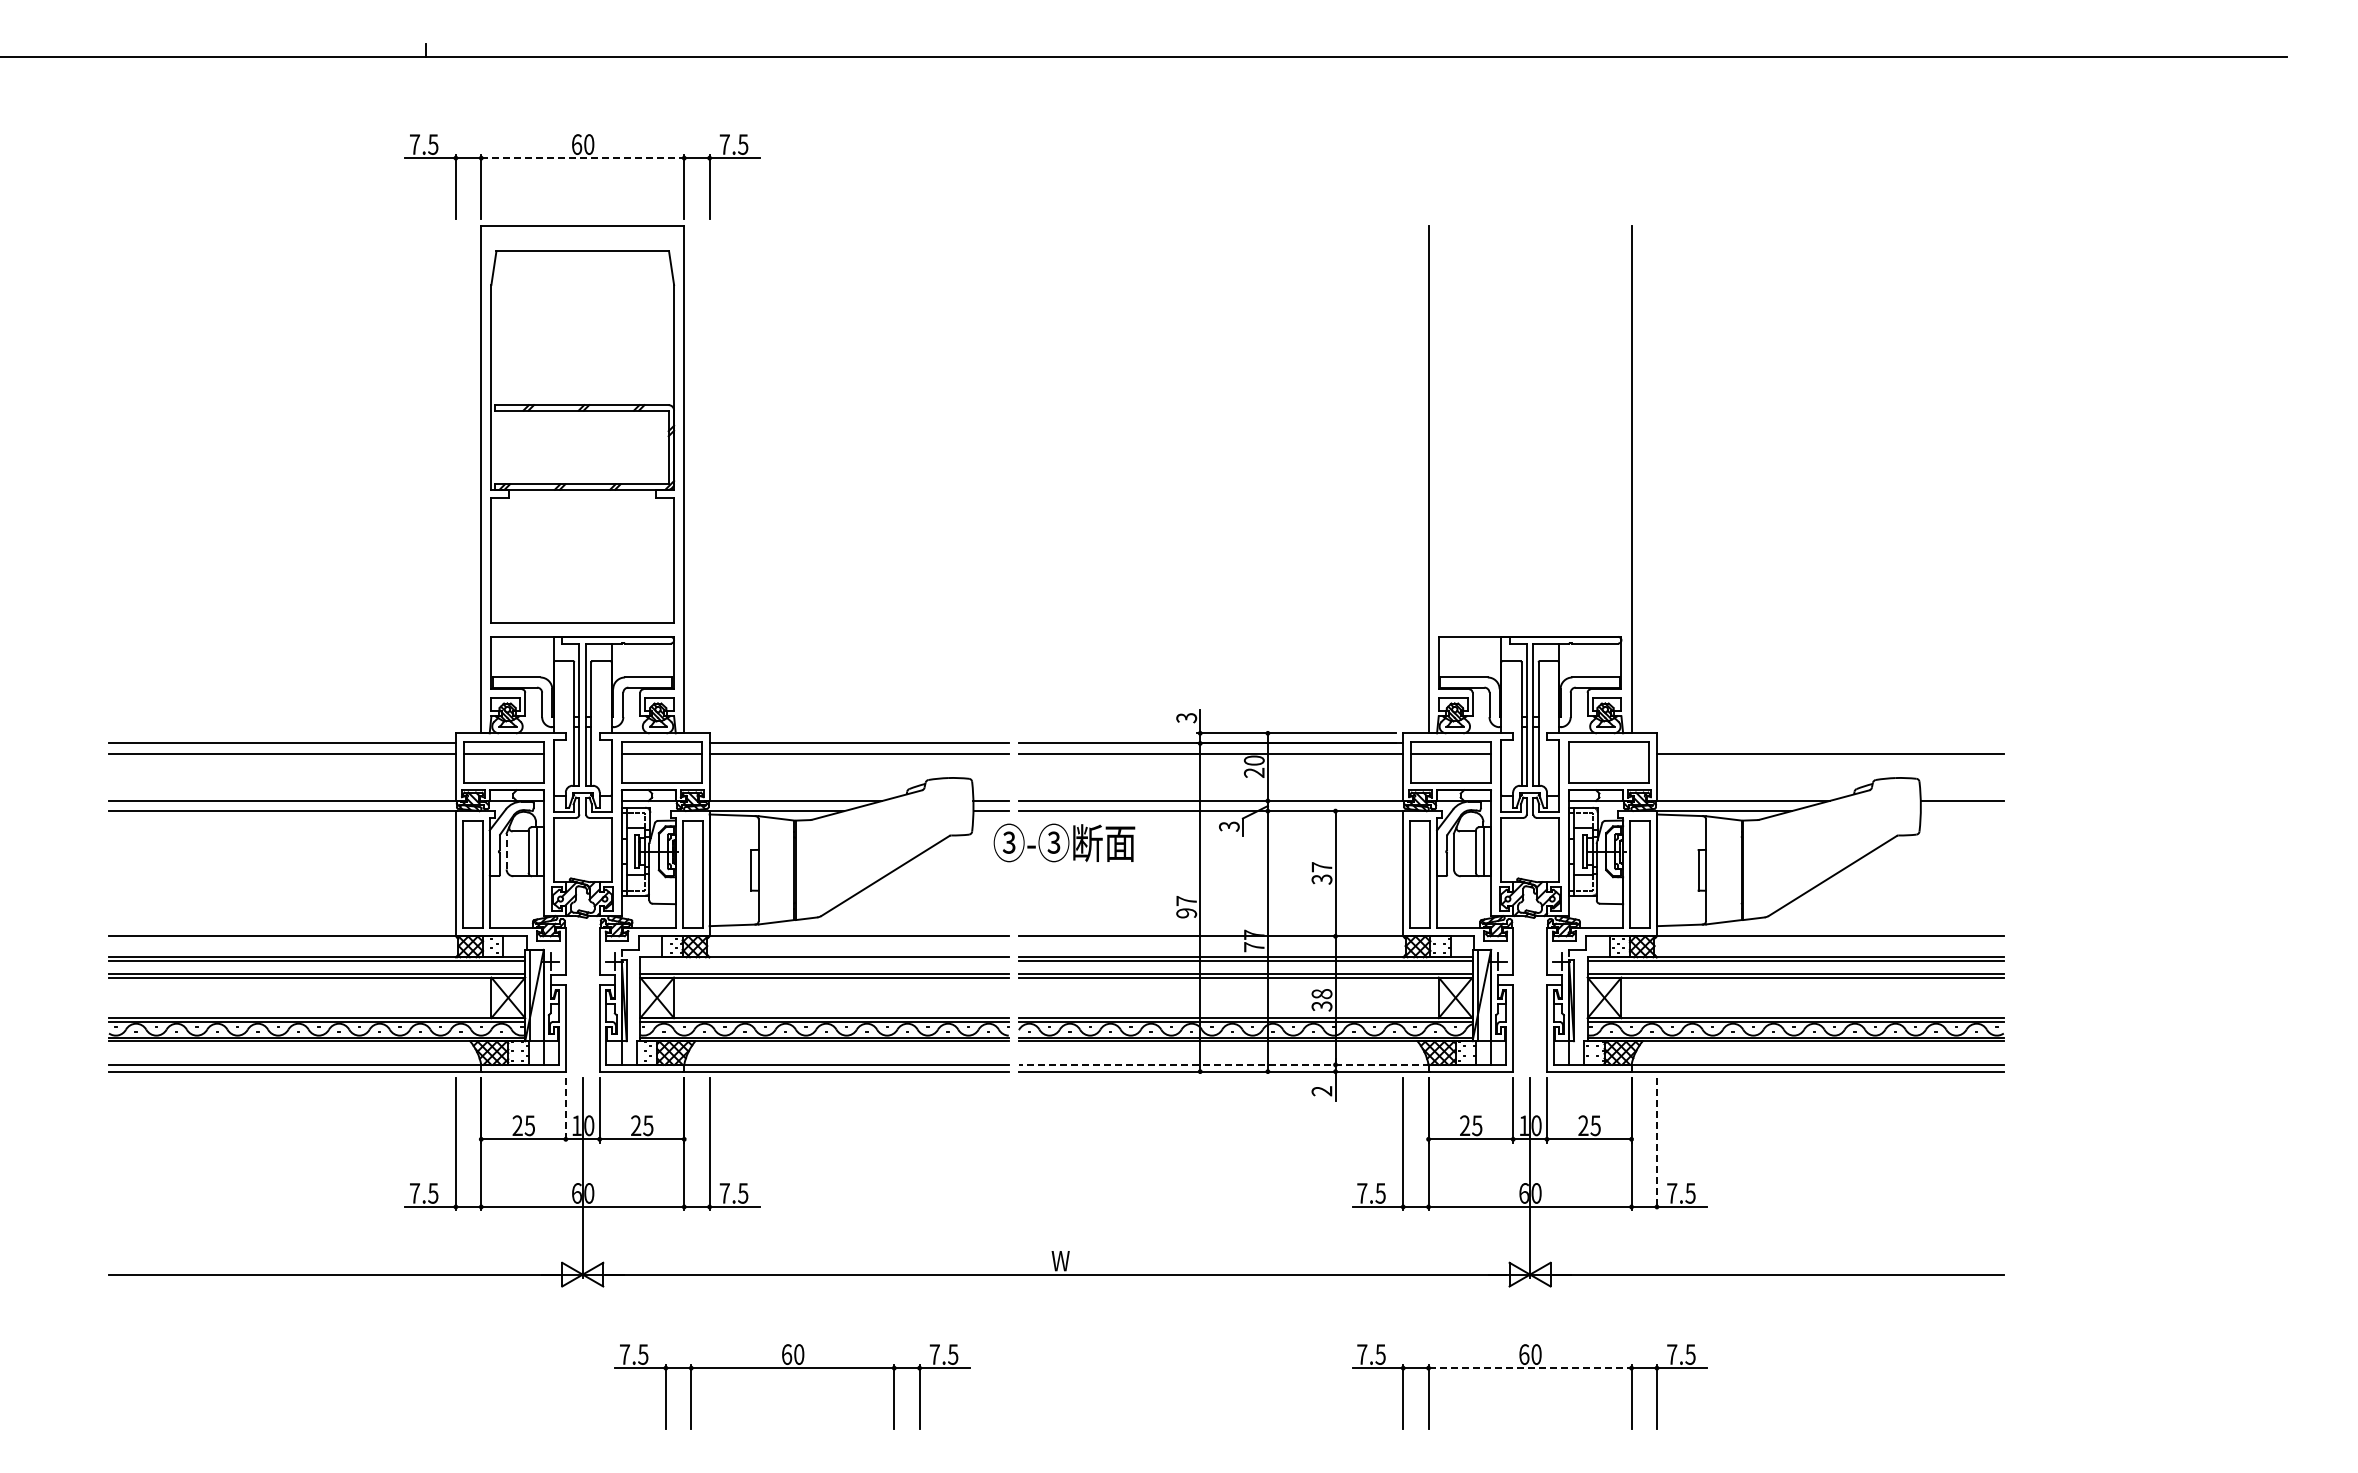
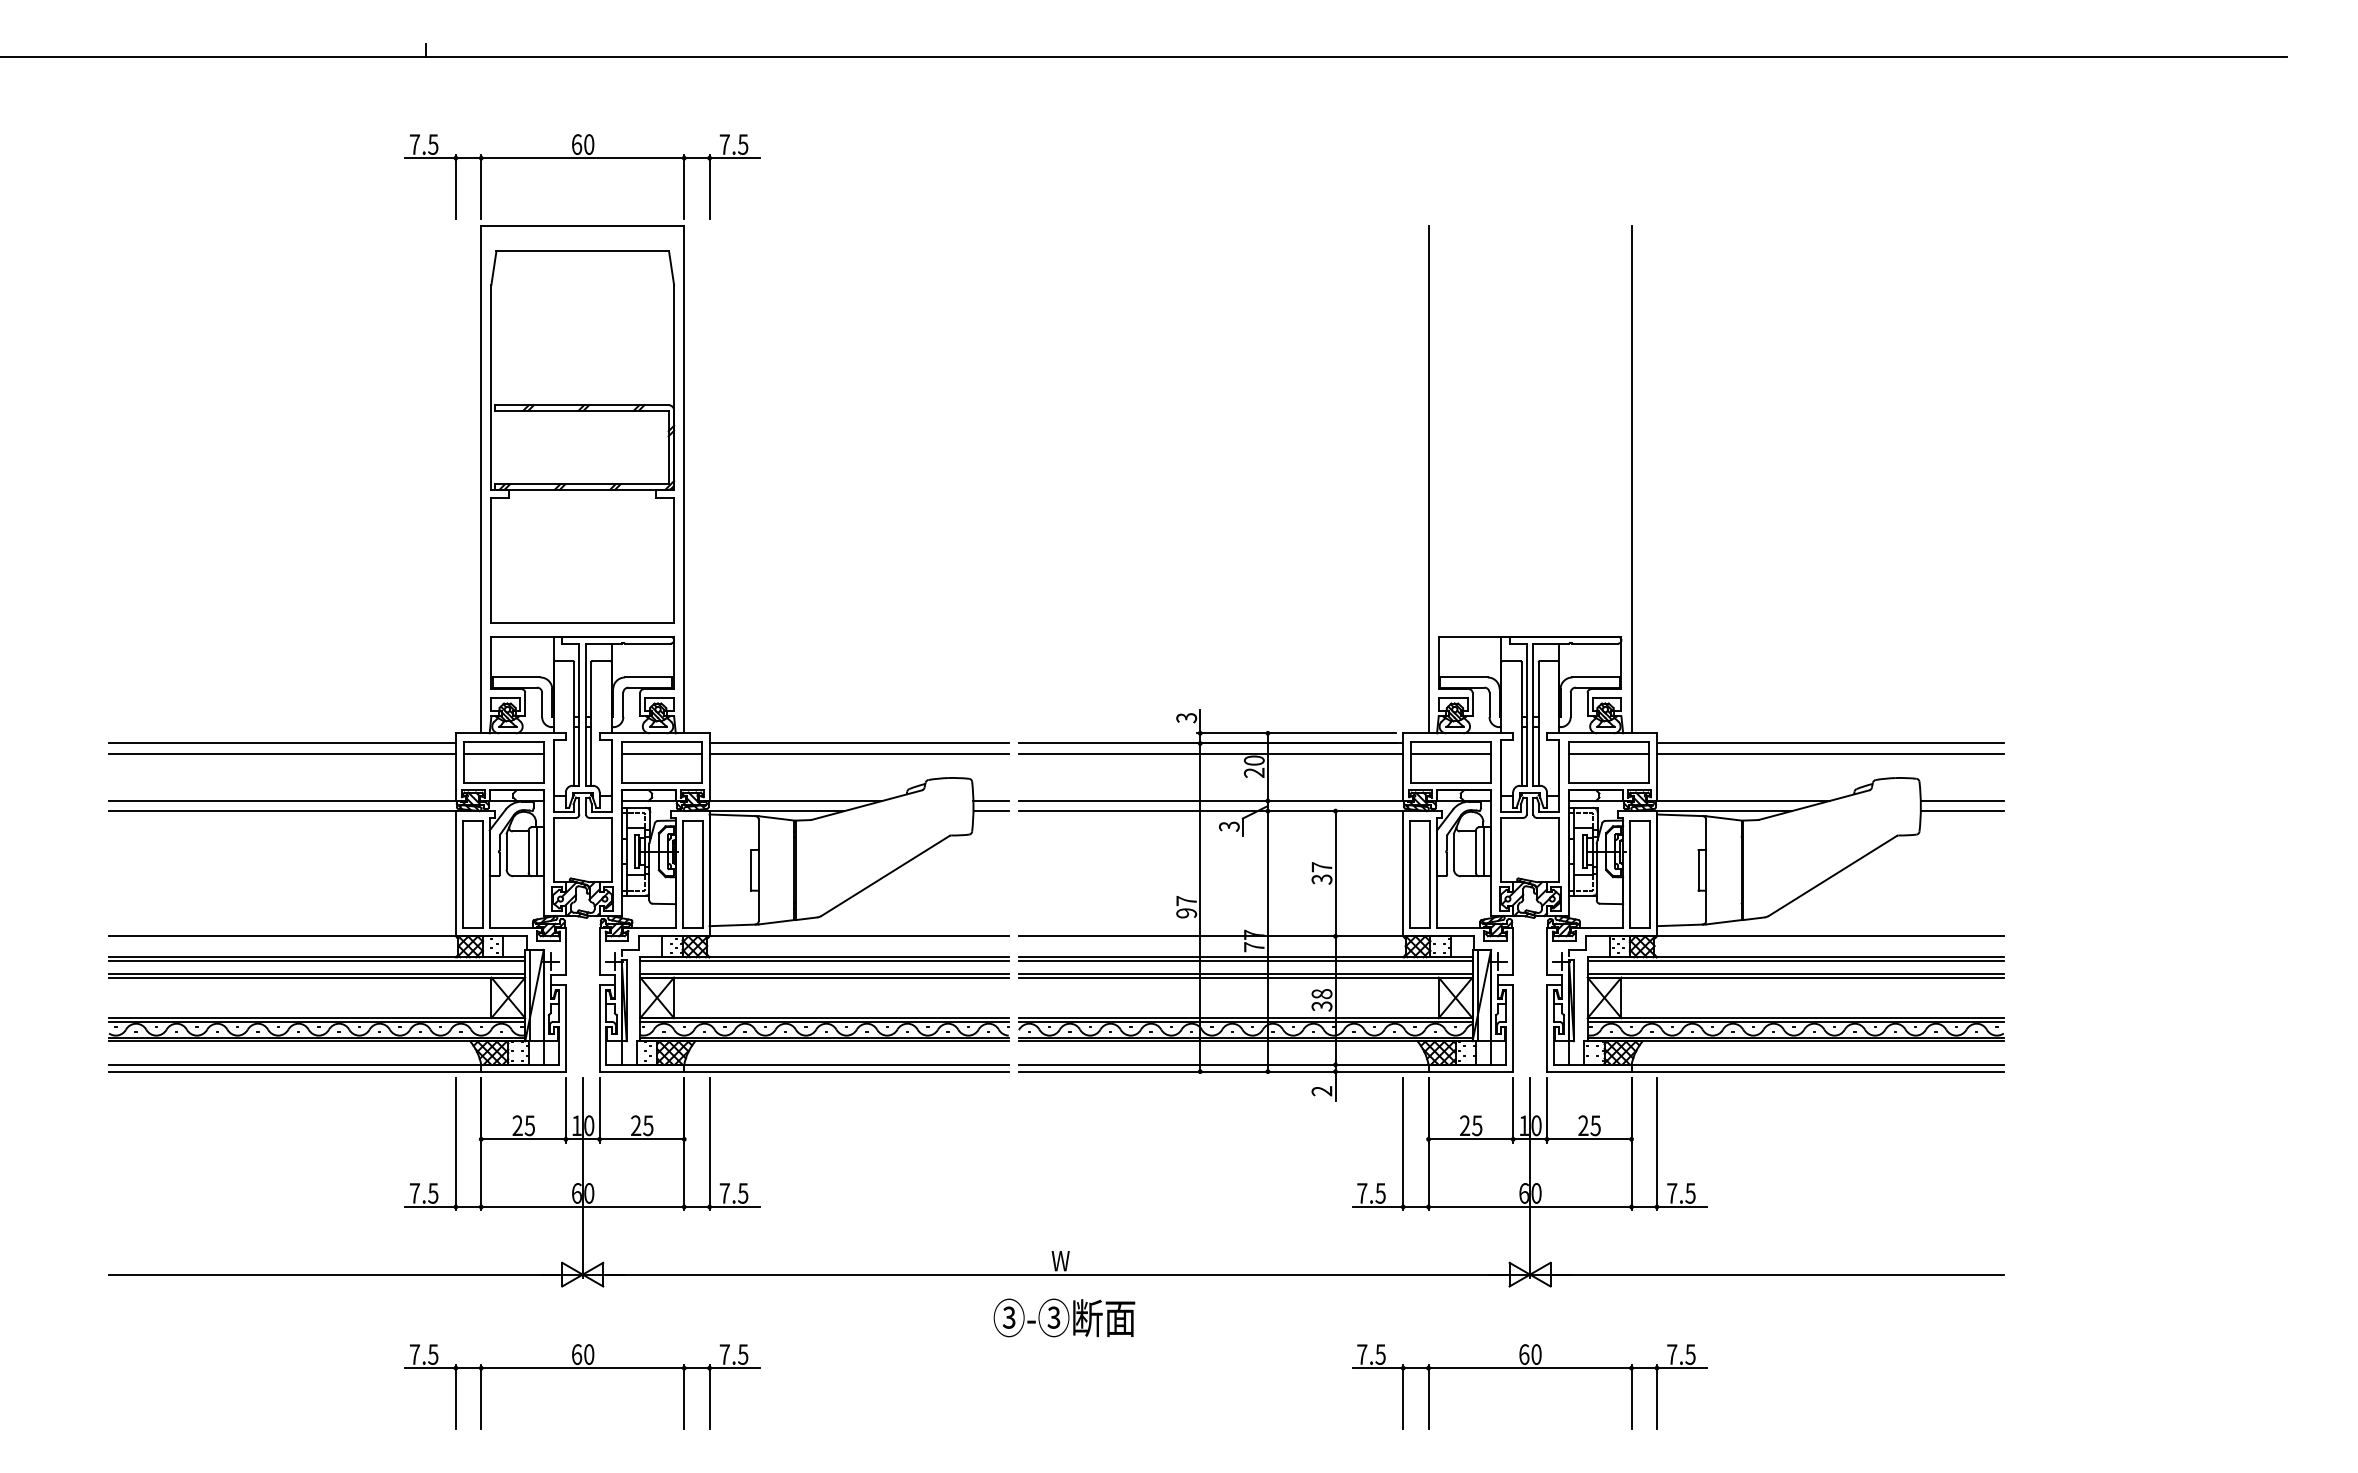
line at (582, 158): dashed -> solid
line at (1829, 743): none -> present
line at (1609, 753): none -> present
line at (1961, 811): none -> present
text at (1064, 842) position: (1064, 842) -> (1064, 1317)
line at (506, 851): dashed -> solid
line at (824, 960): none -> present
line at (1223, 1064): dashed -> solid
line at (565, 1111): dashed -> solid
line at (1656, 1144): dashed -> solid
part at (792, 1368) position: (792, 1368) -> (582, 1368)
line at (1530, 1368): dashed -> solid
